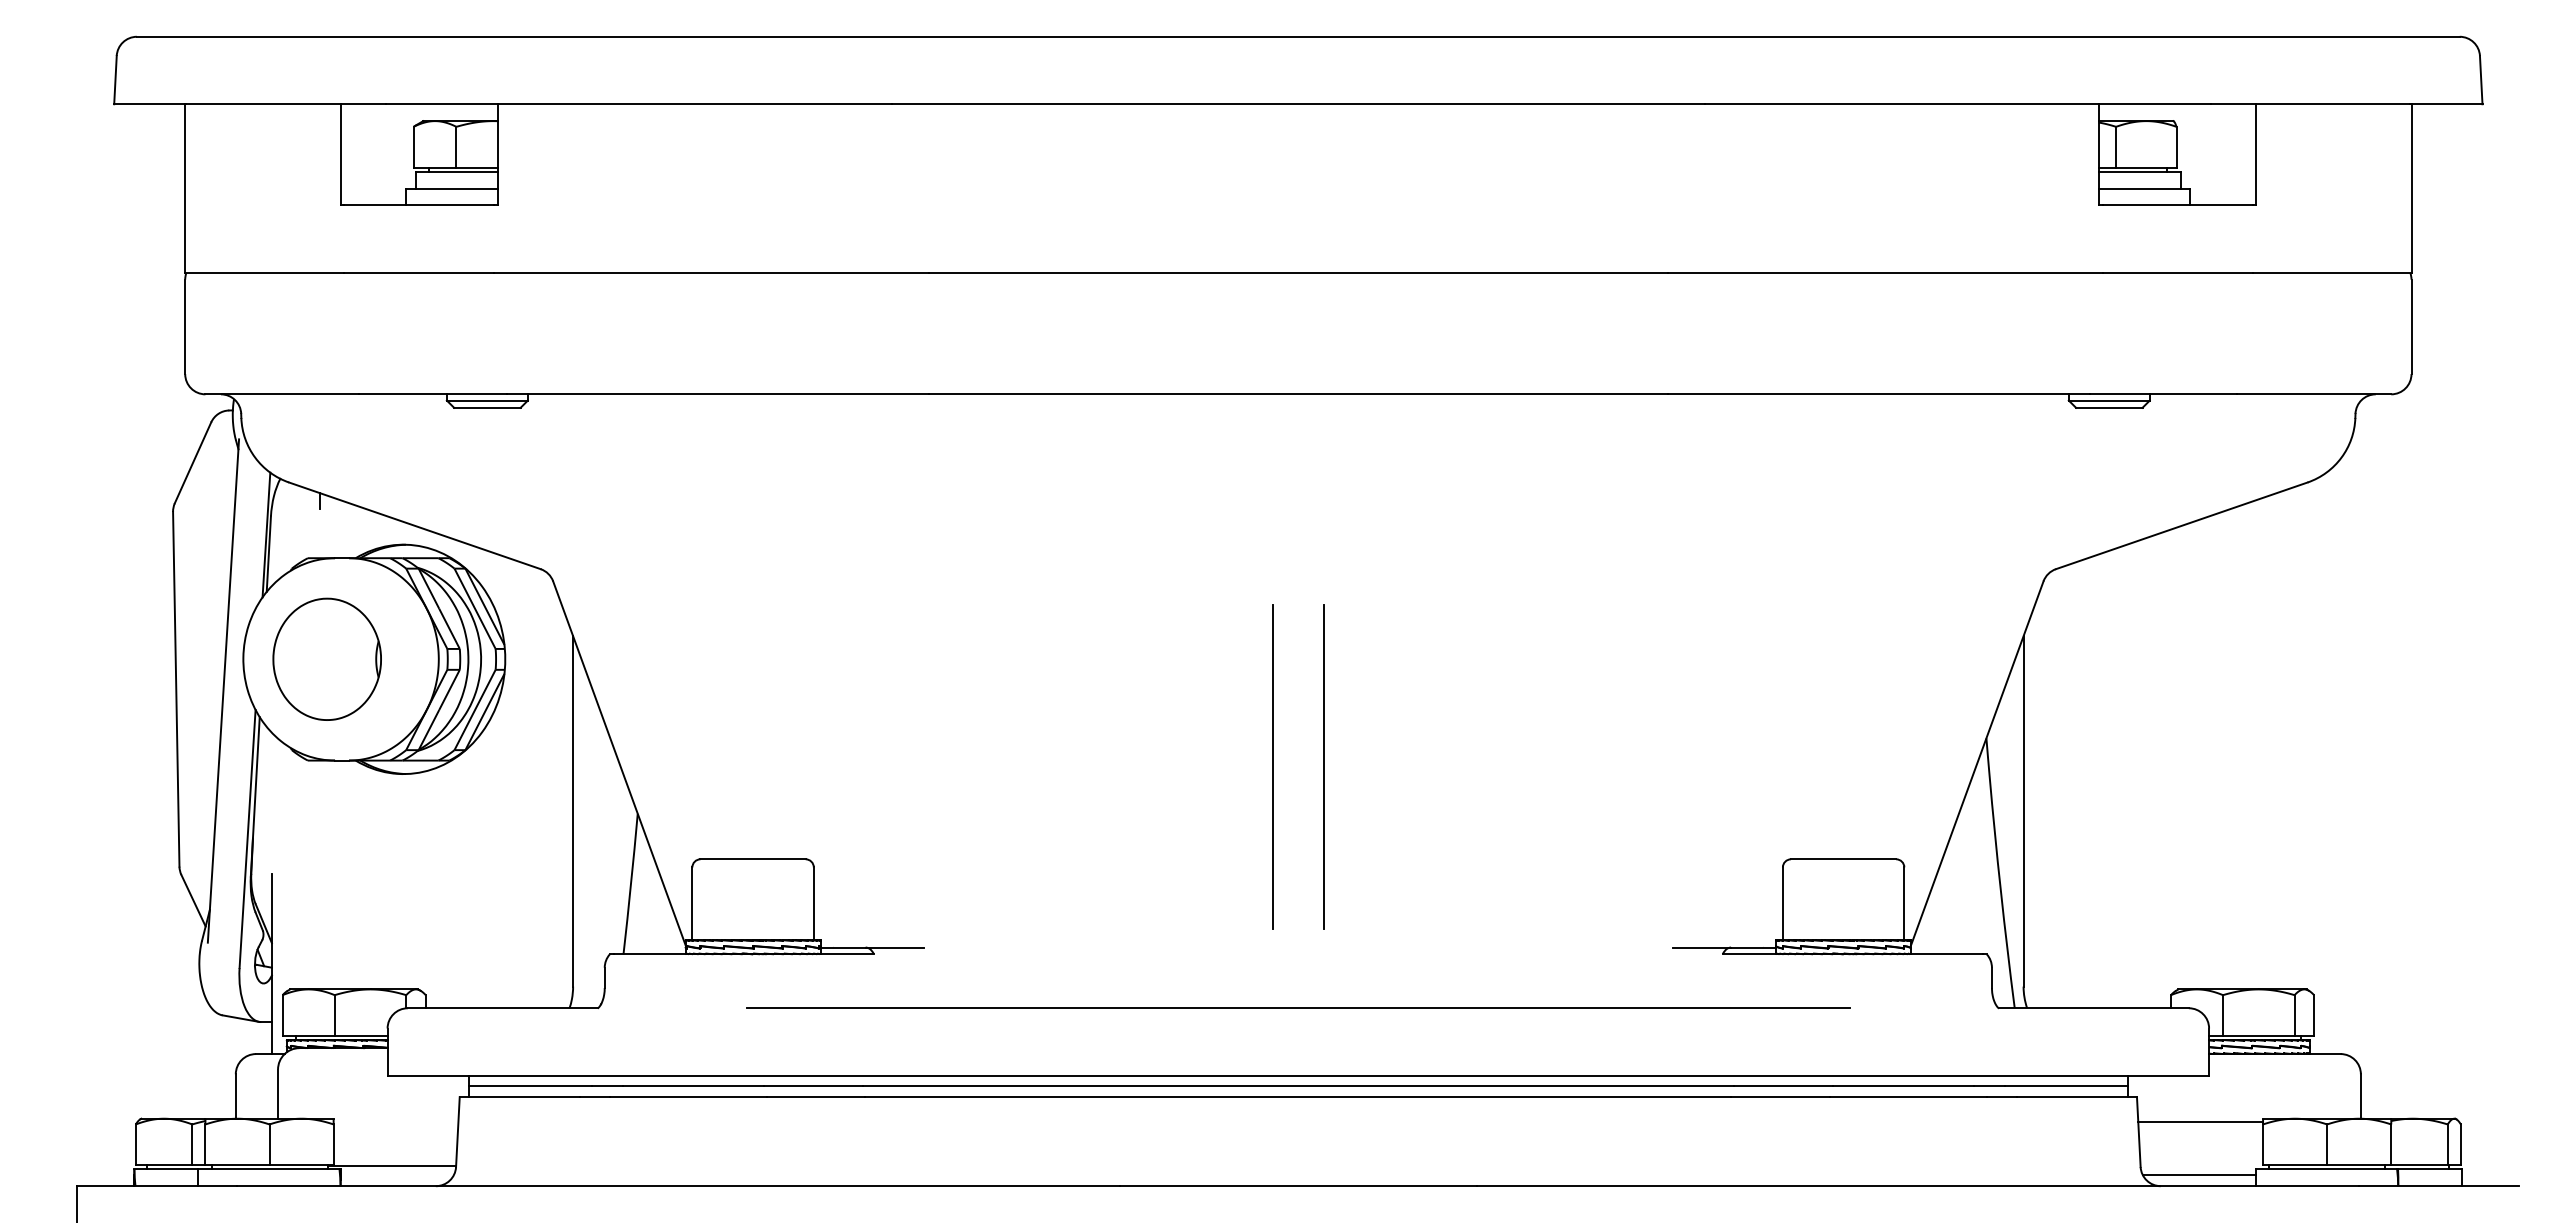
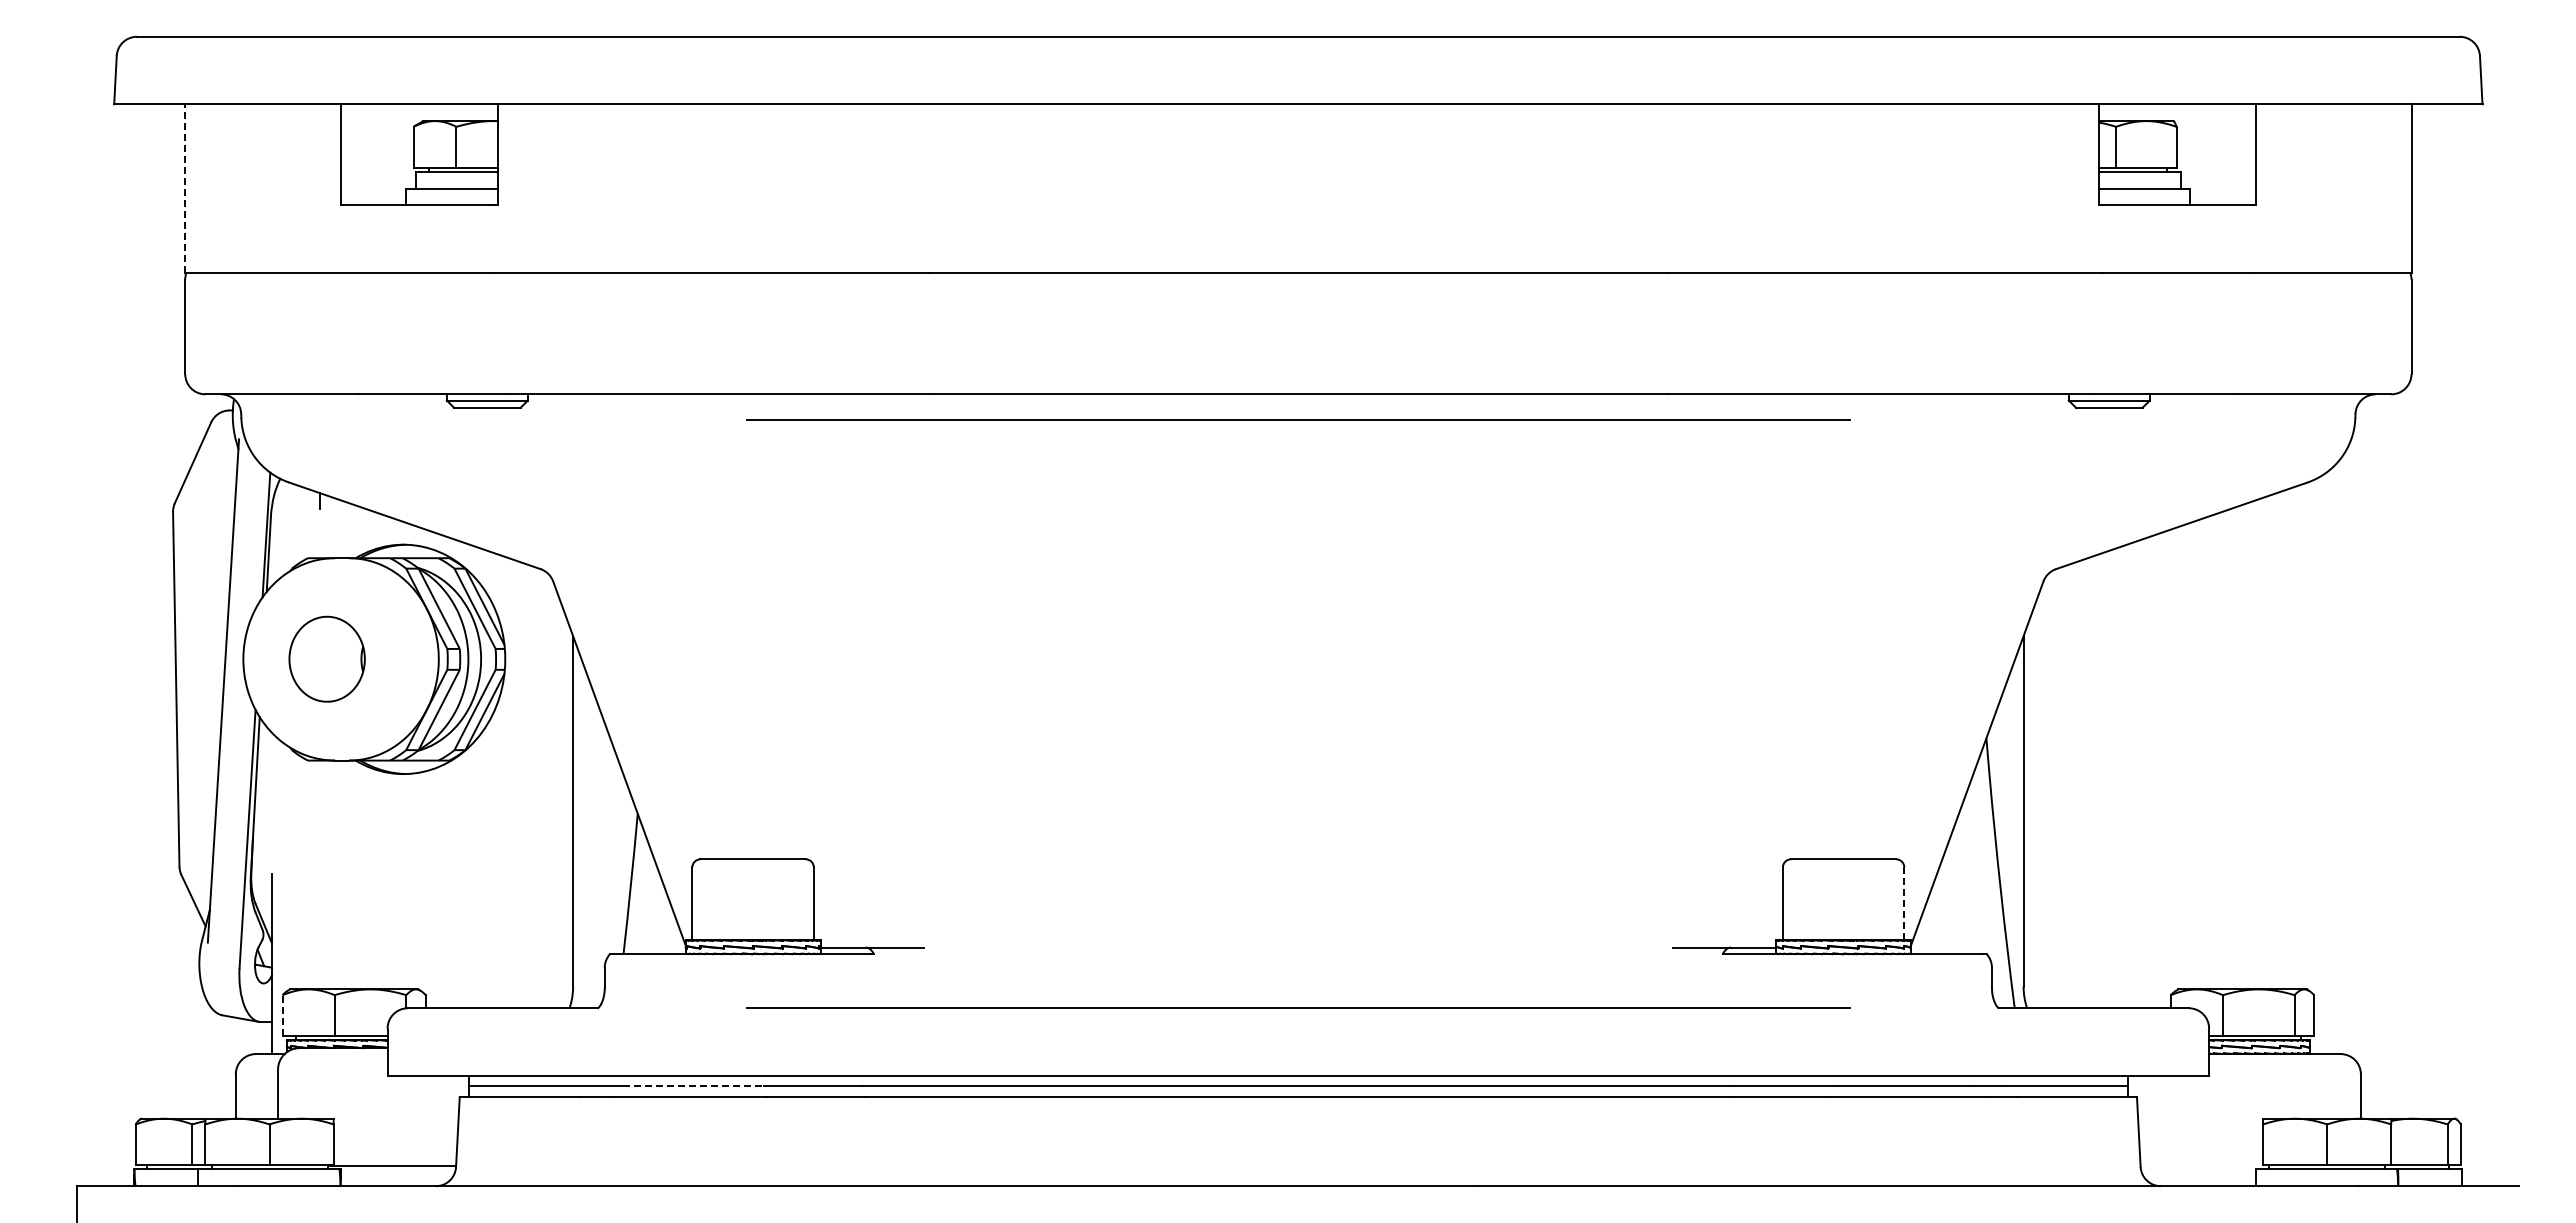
line at (185, 188): solid -> dashed
line at (1298, 419): none -> present
part at (326, 658) size: 110x124 px -> 78x88 px
line at (1272, 766): present -> none
line at (1323, 766): present -> none
line at (1904, 904): solid -> dashed
line at (282, 1015): solid -> dashed
line at (693, 1086): solid -> dashed
line at (2200, 1121): present -> none
line at (2198, 1175): present -> none
